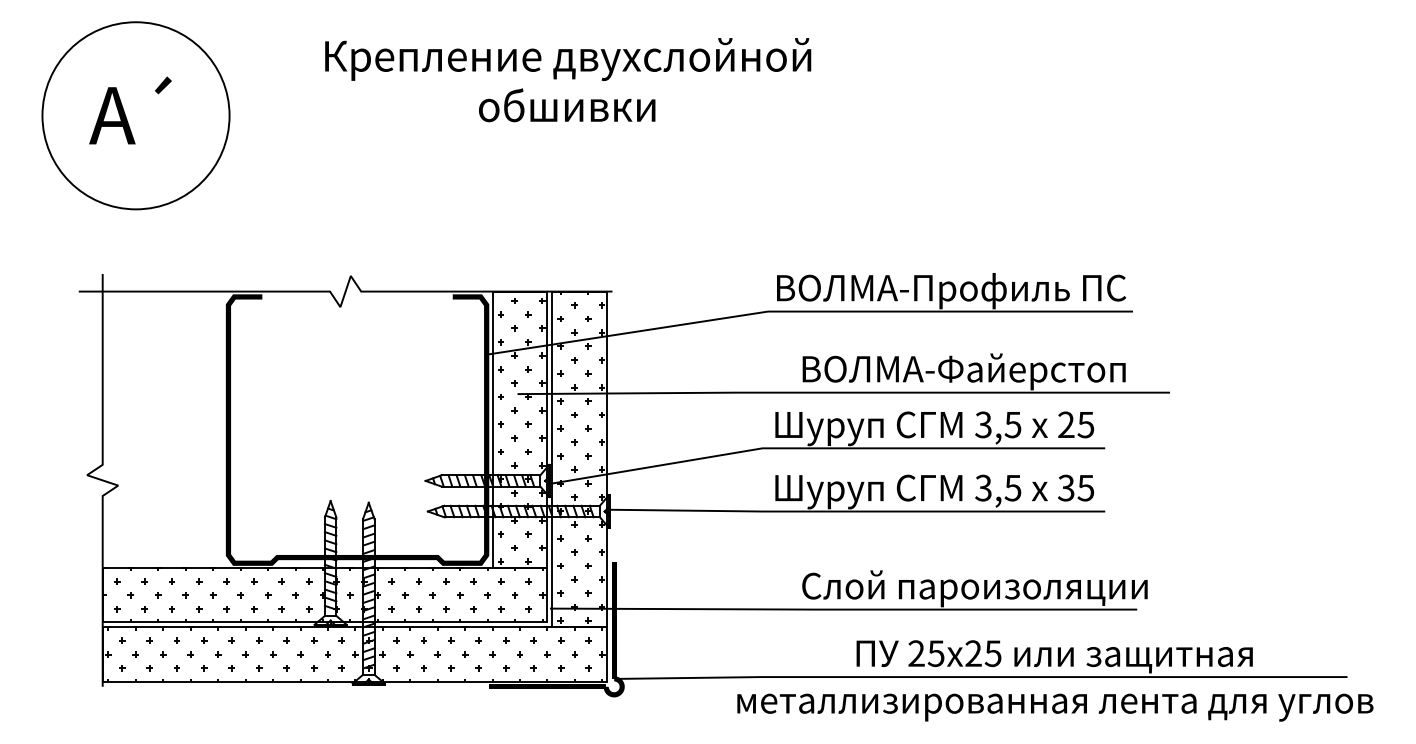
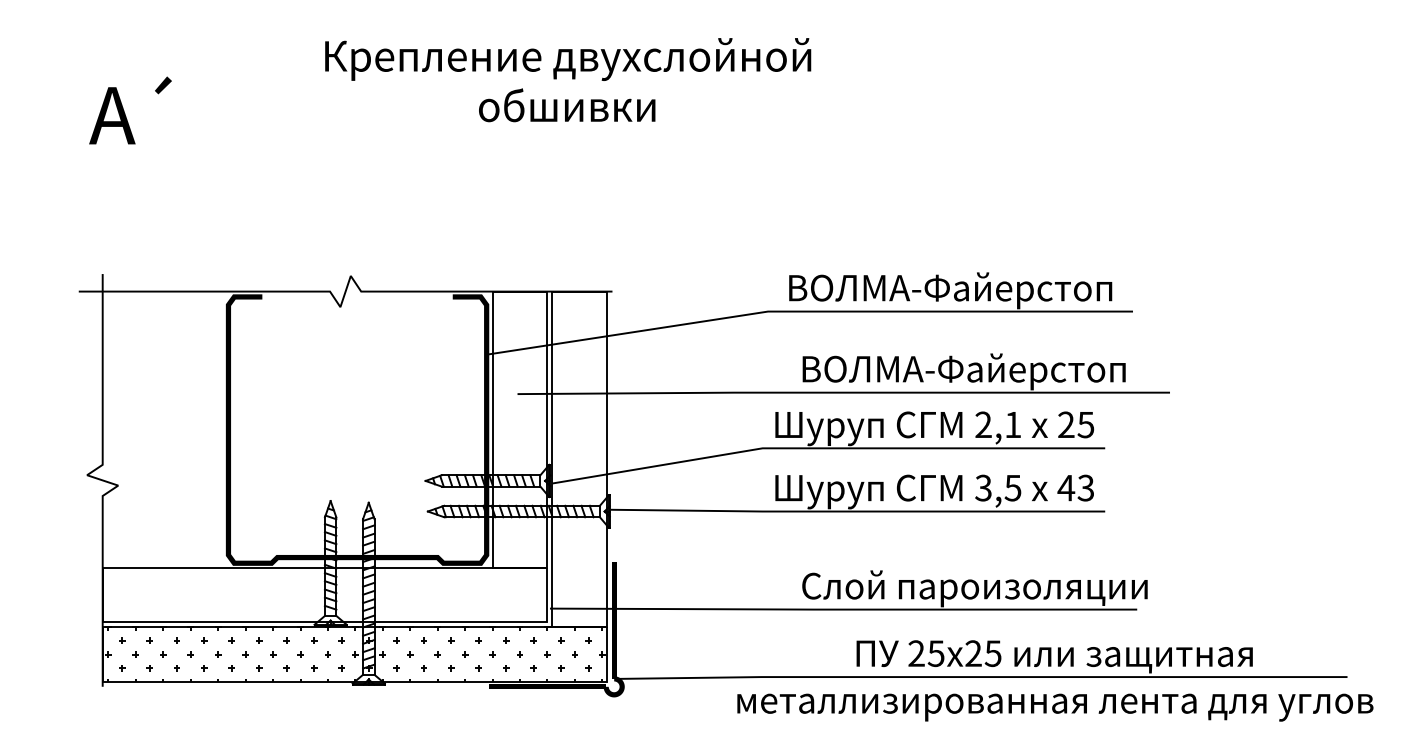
circle at (135, 115): present -> none
text at (951, 290): ВОЛМА-Профиль ПС -> ВОЛМА-Файерстоп
text at (998, 425): 3,5 -> 2,1
hatch at (521, 431): present -> none
hatch at (581, 457): present -> none
text at (1075, 487): 35 -> 43
hatch at (323, 594): present -> none
